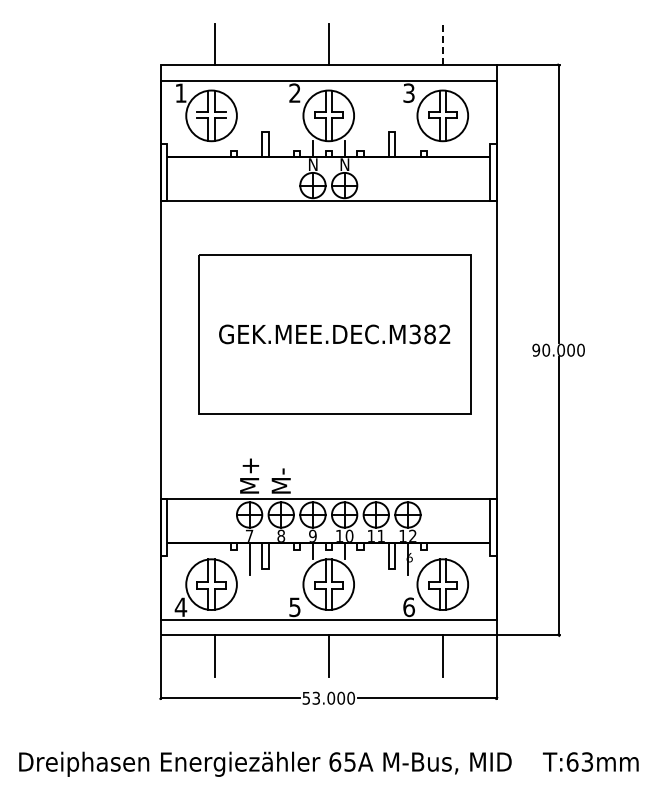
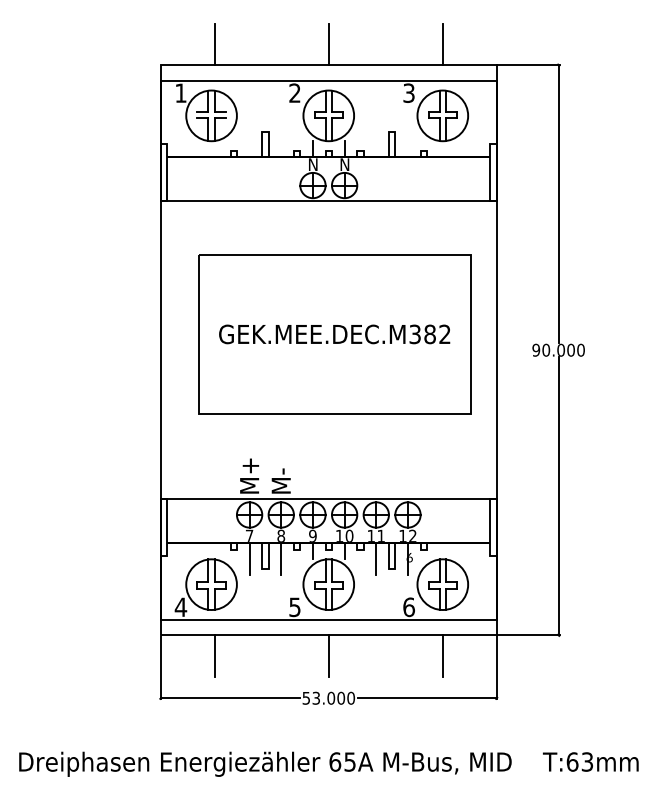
line at (442, 44): dashed -> solid
line at (281, 559): none -> present
line at (376, 559): none -> present
